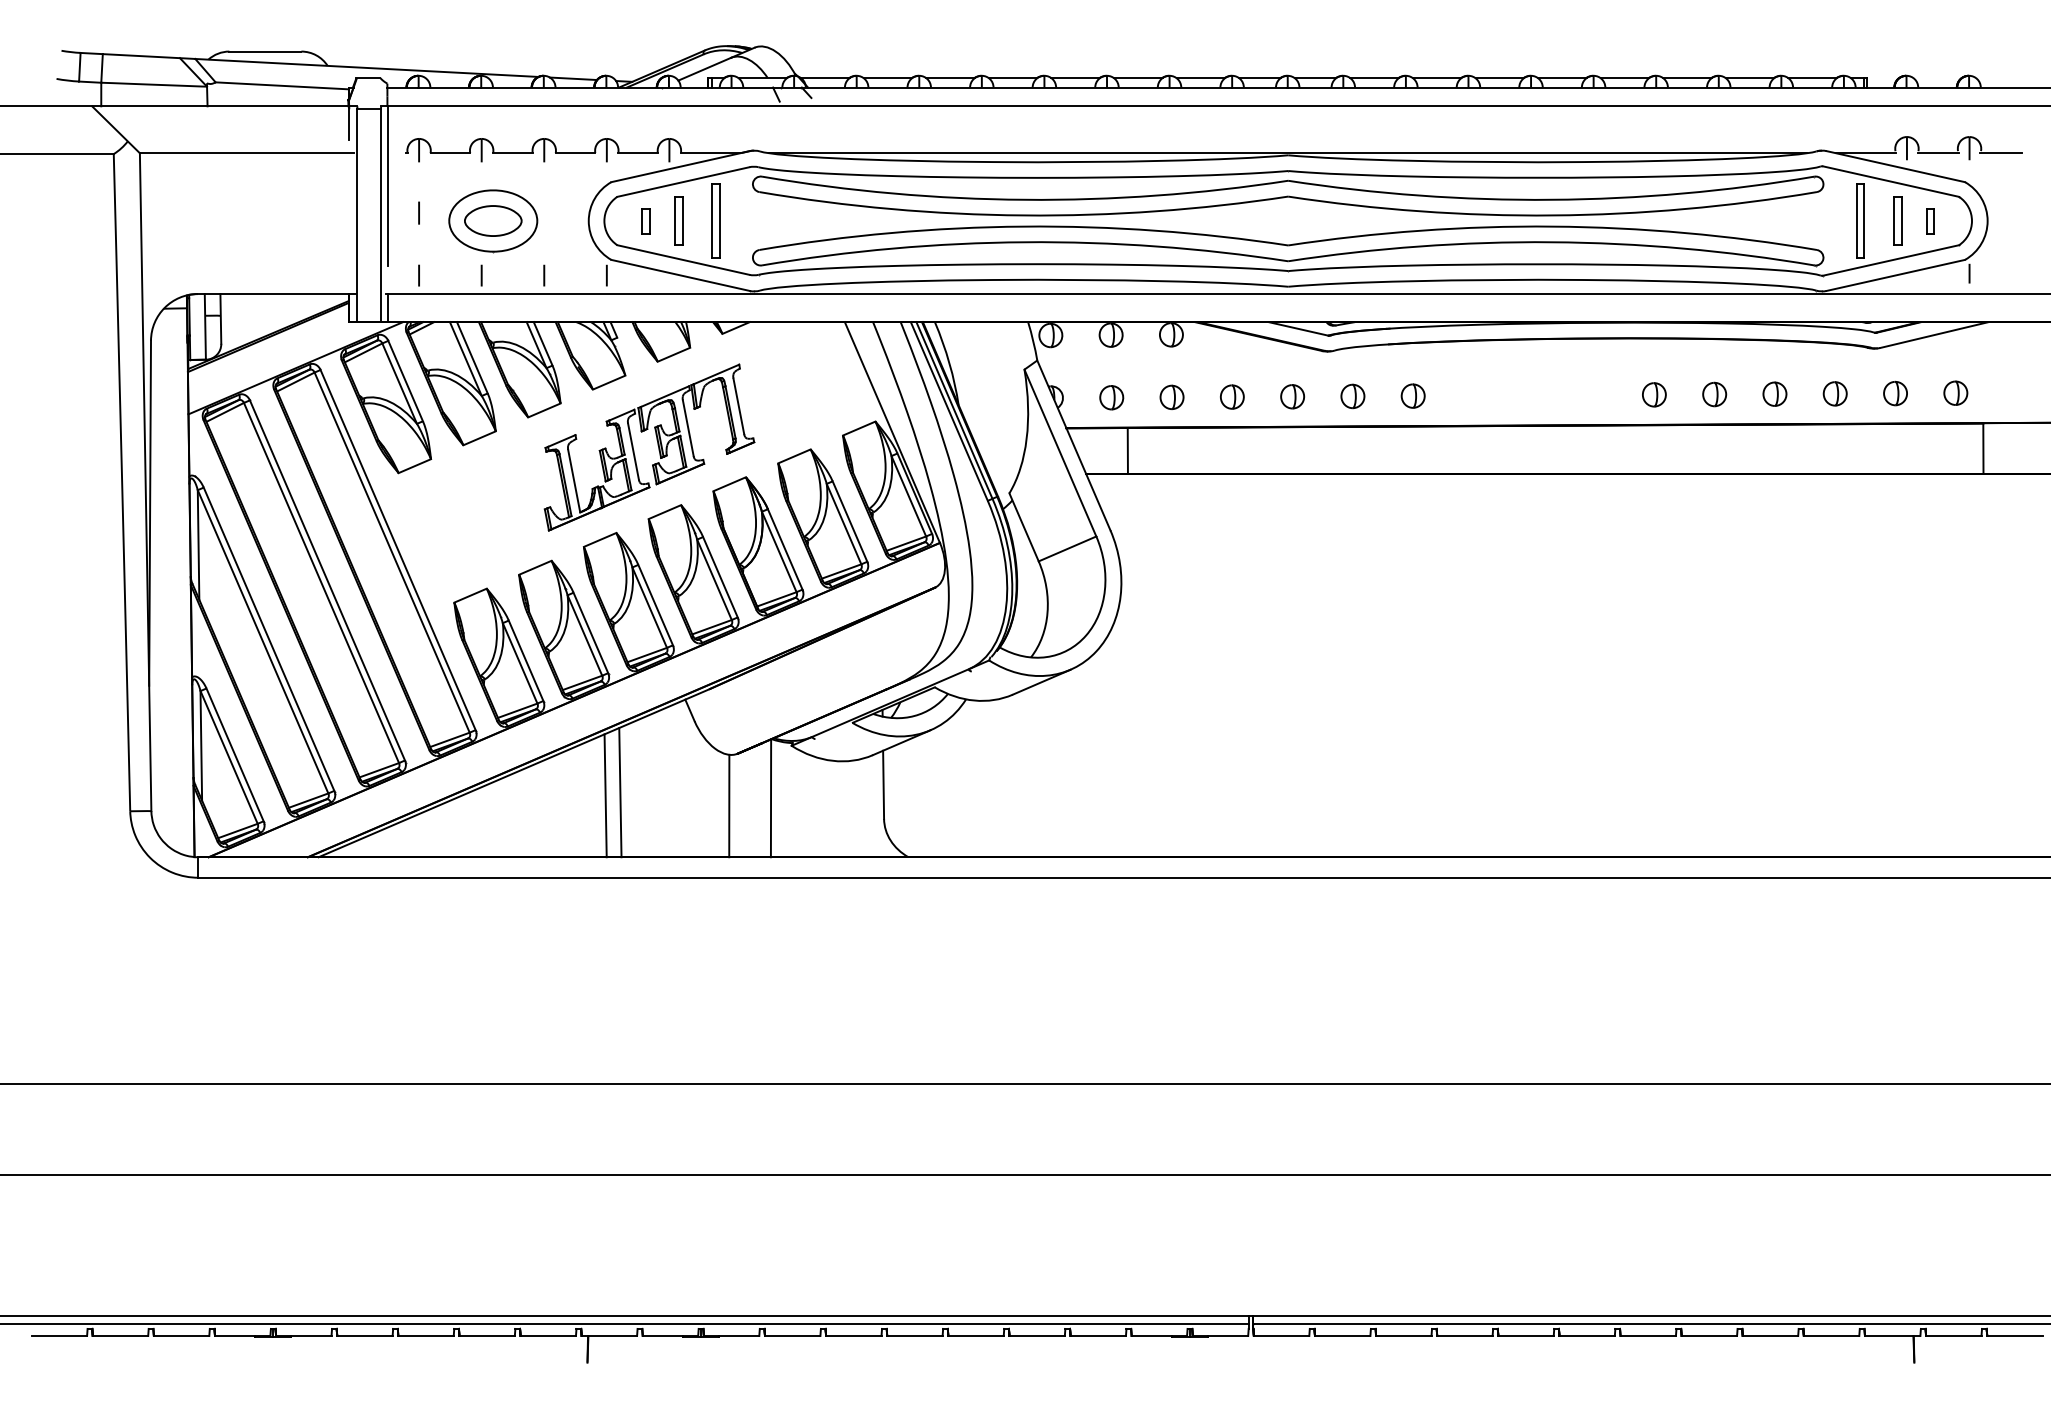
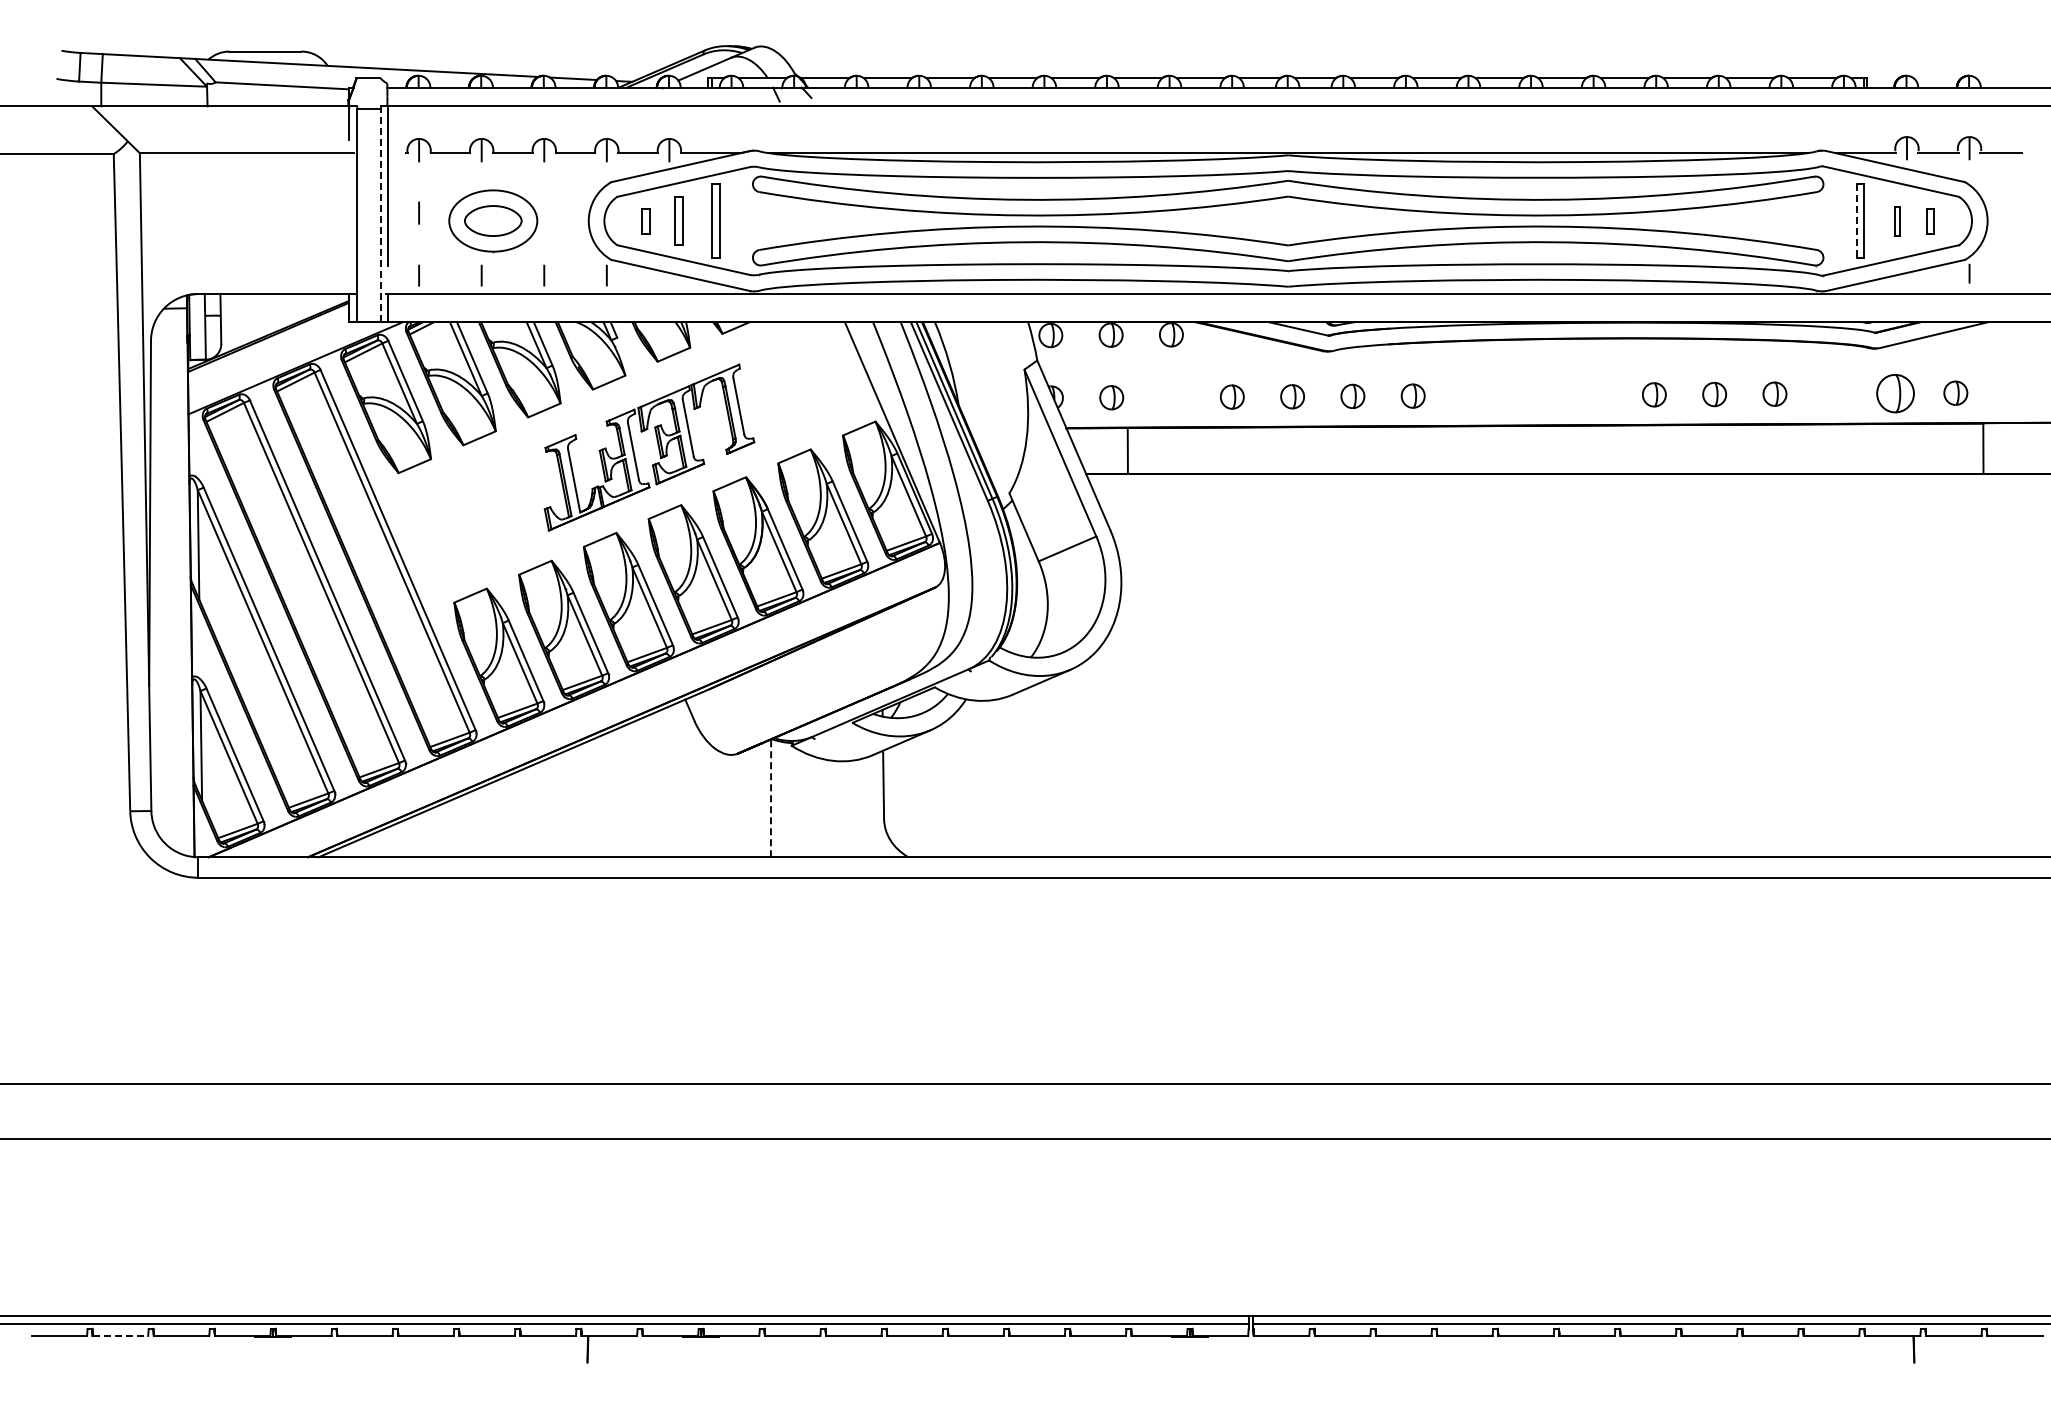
line at (381, 215): solid -> dashed
part at (1897, 220) size: 10x50 px -> 7x31 px
line at (1856, 221): solid -> dashed
part at (1834, 393): present -> none
part at (1895, 393) size: 25x27 px -> 39x40 px
part at (1171, 396): present -> none
line at (620, 792): present -> none
line at (605, 795): present -> none
line at (771, 798): solid -> dashed
line at (729, 805): present -> none
line at (1024, 1174) position: (1024, 1174) -> (1024, 1138)
line at (120, 1335): solid -> dashed
